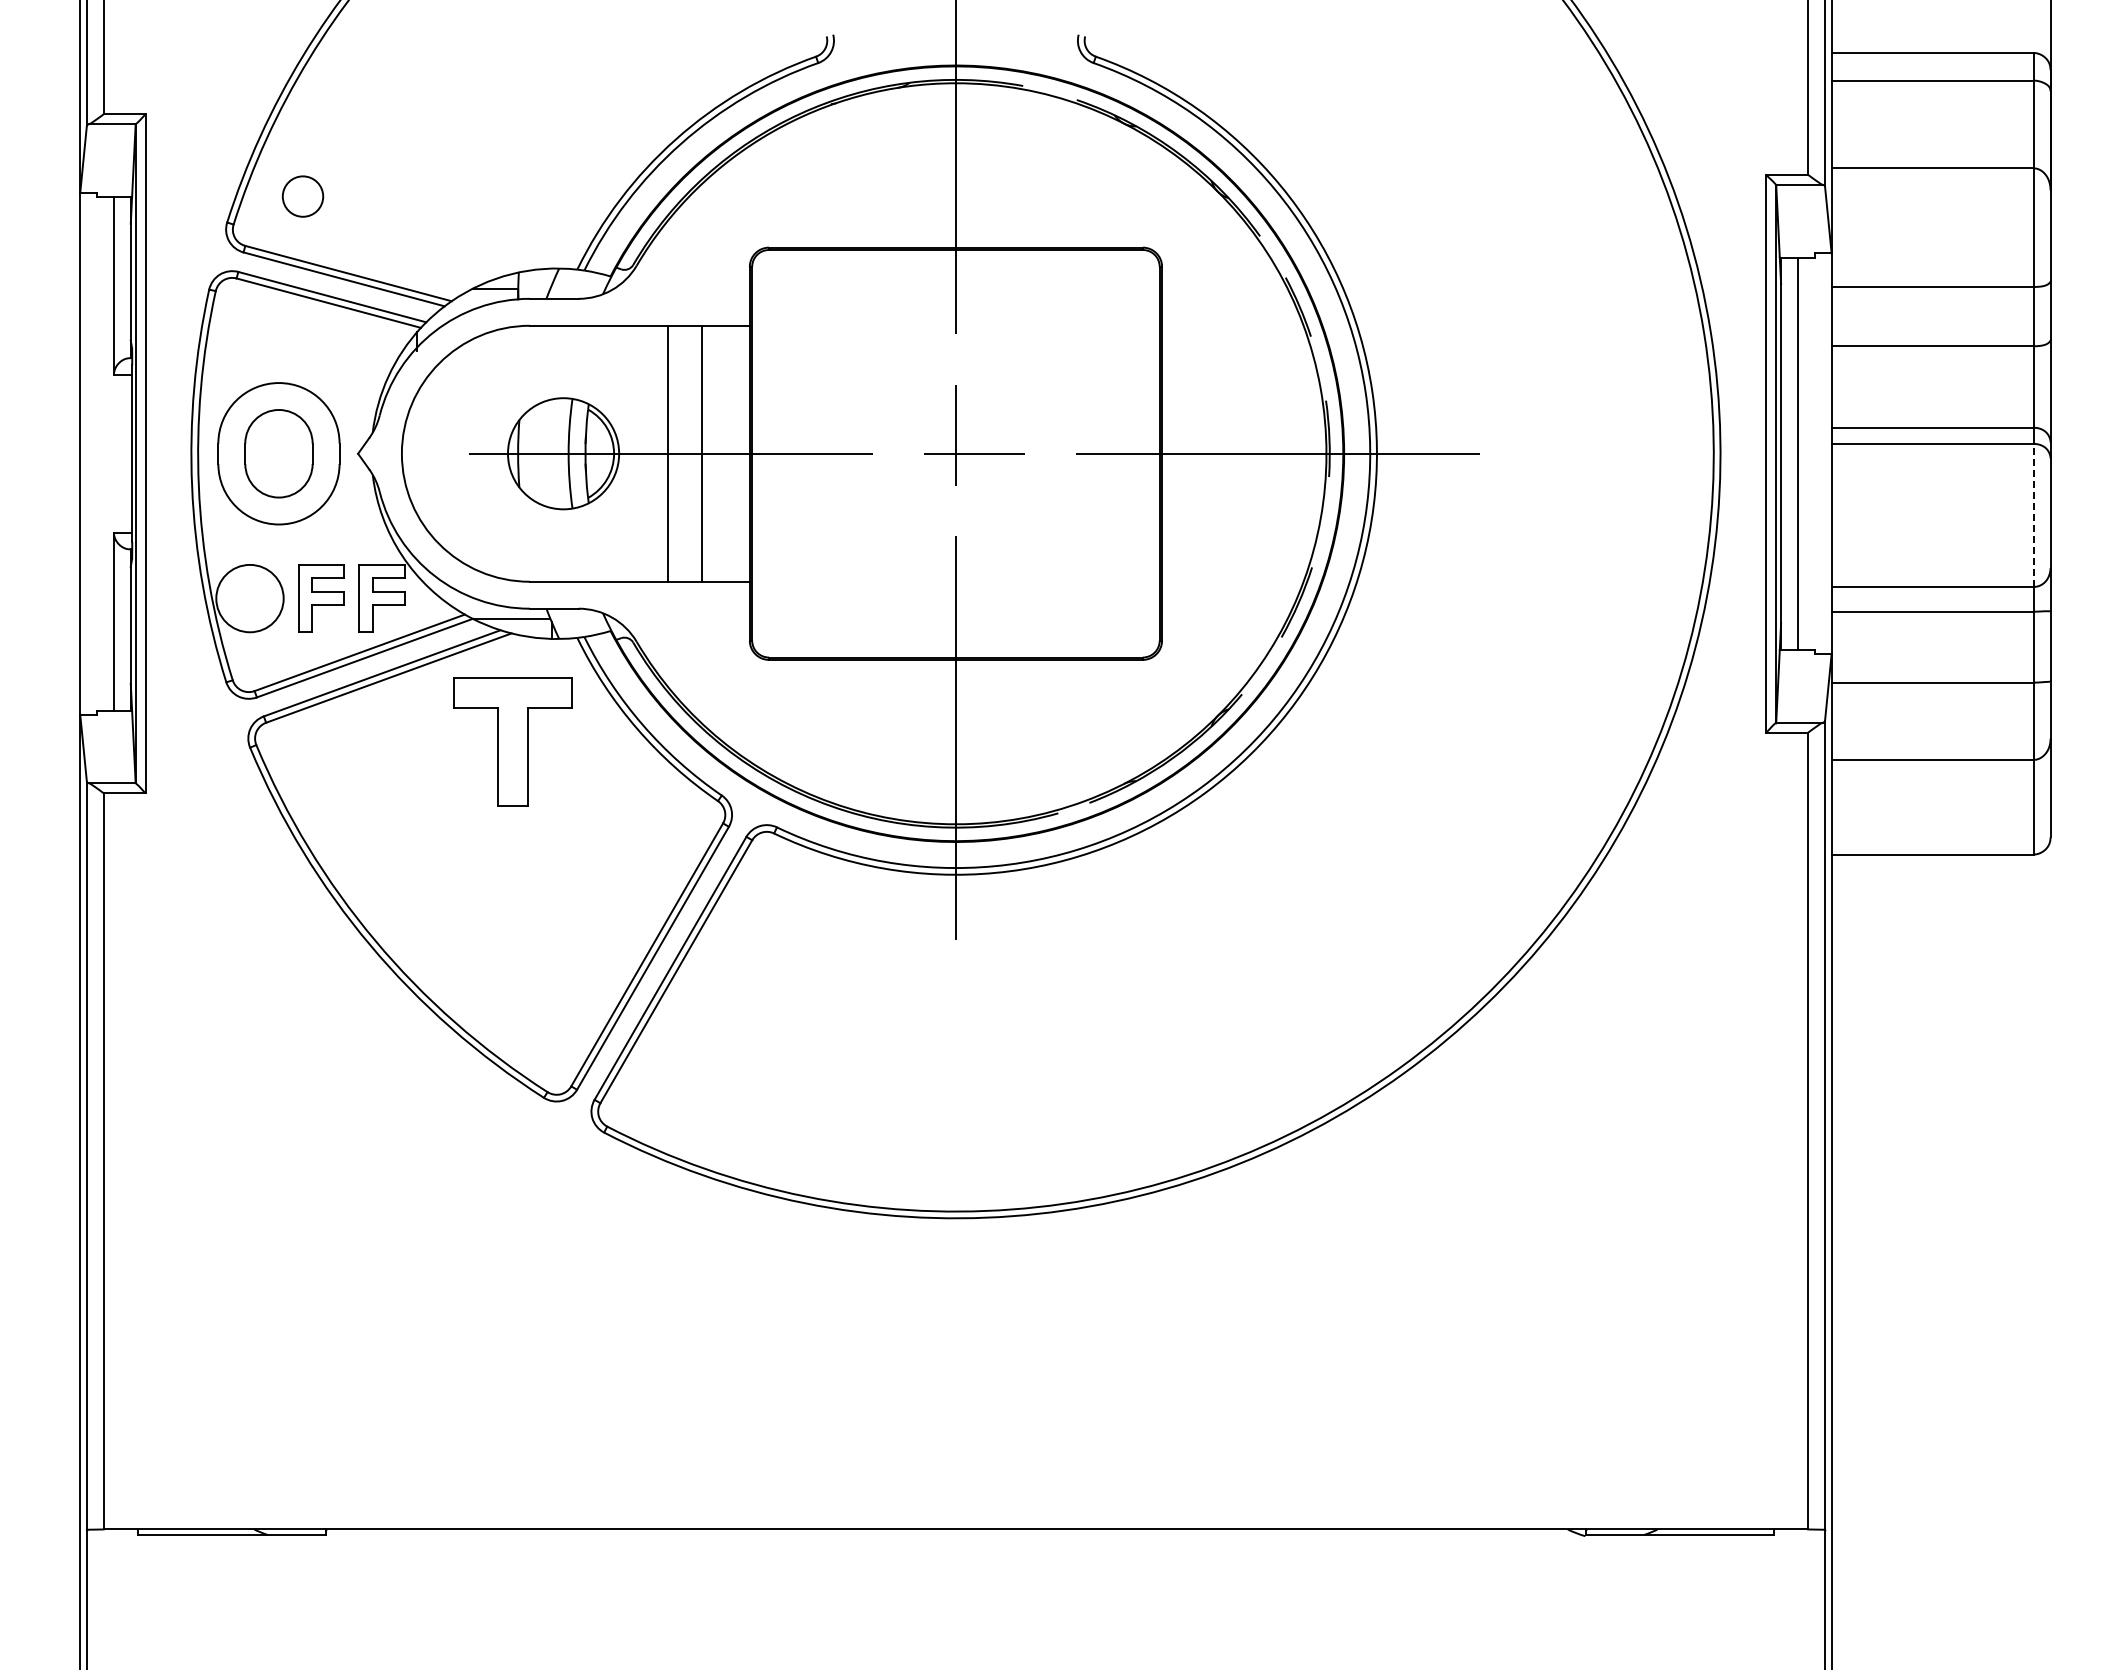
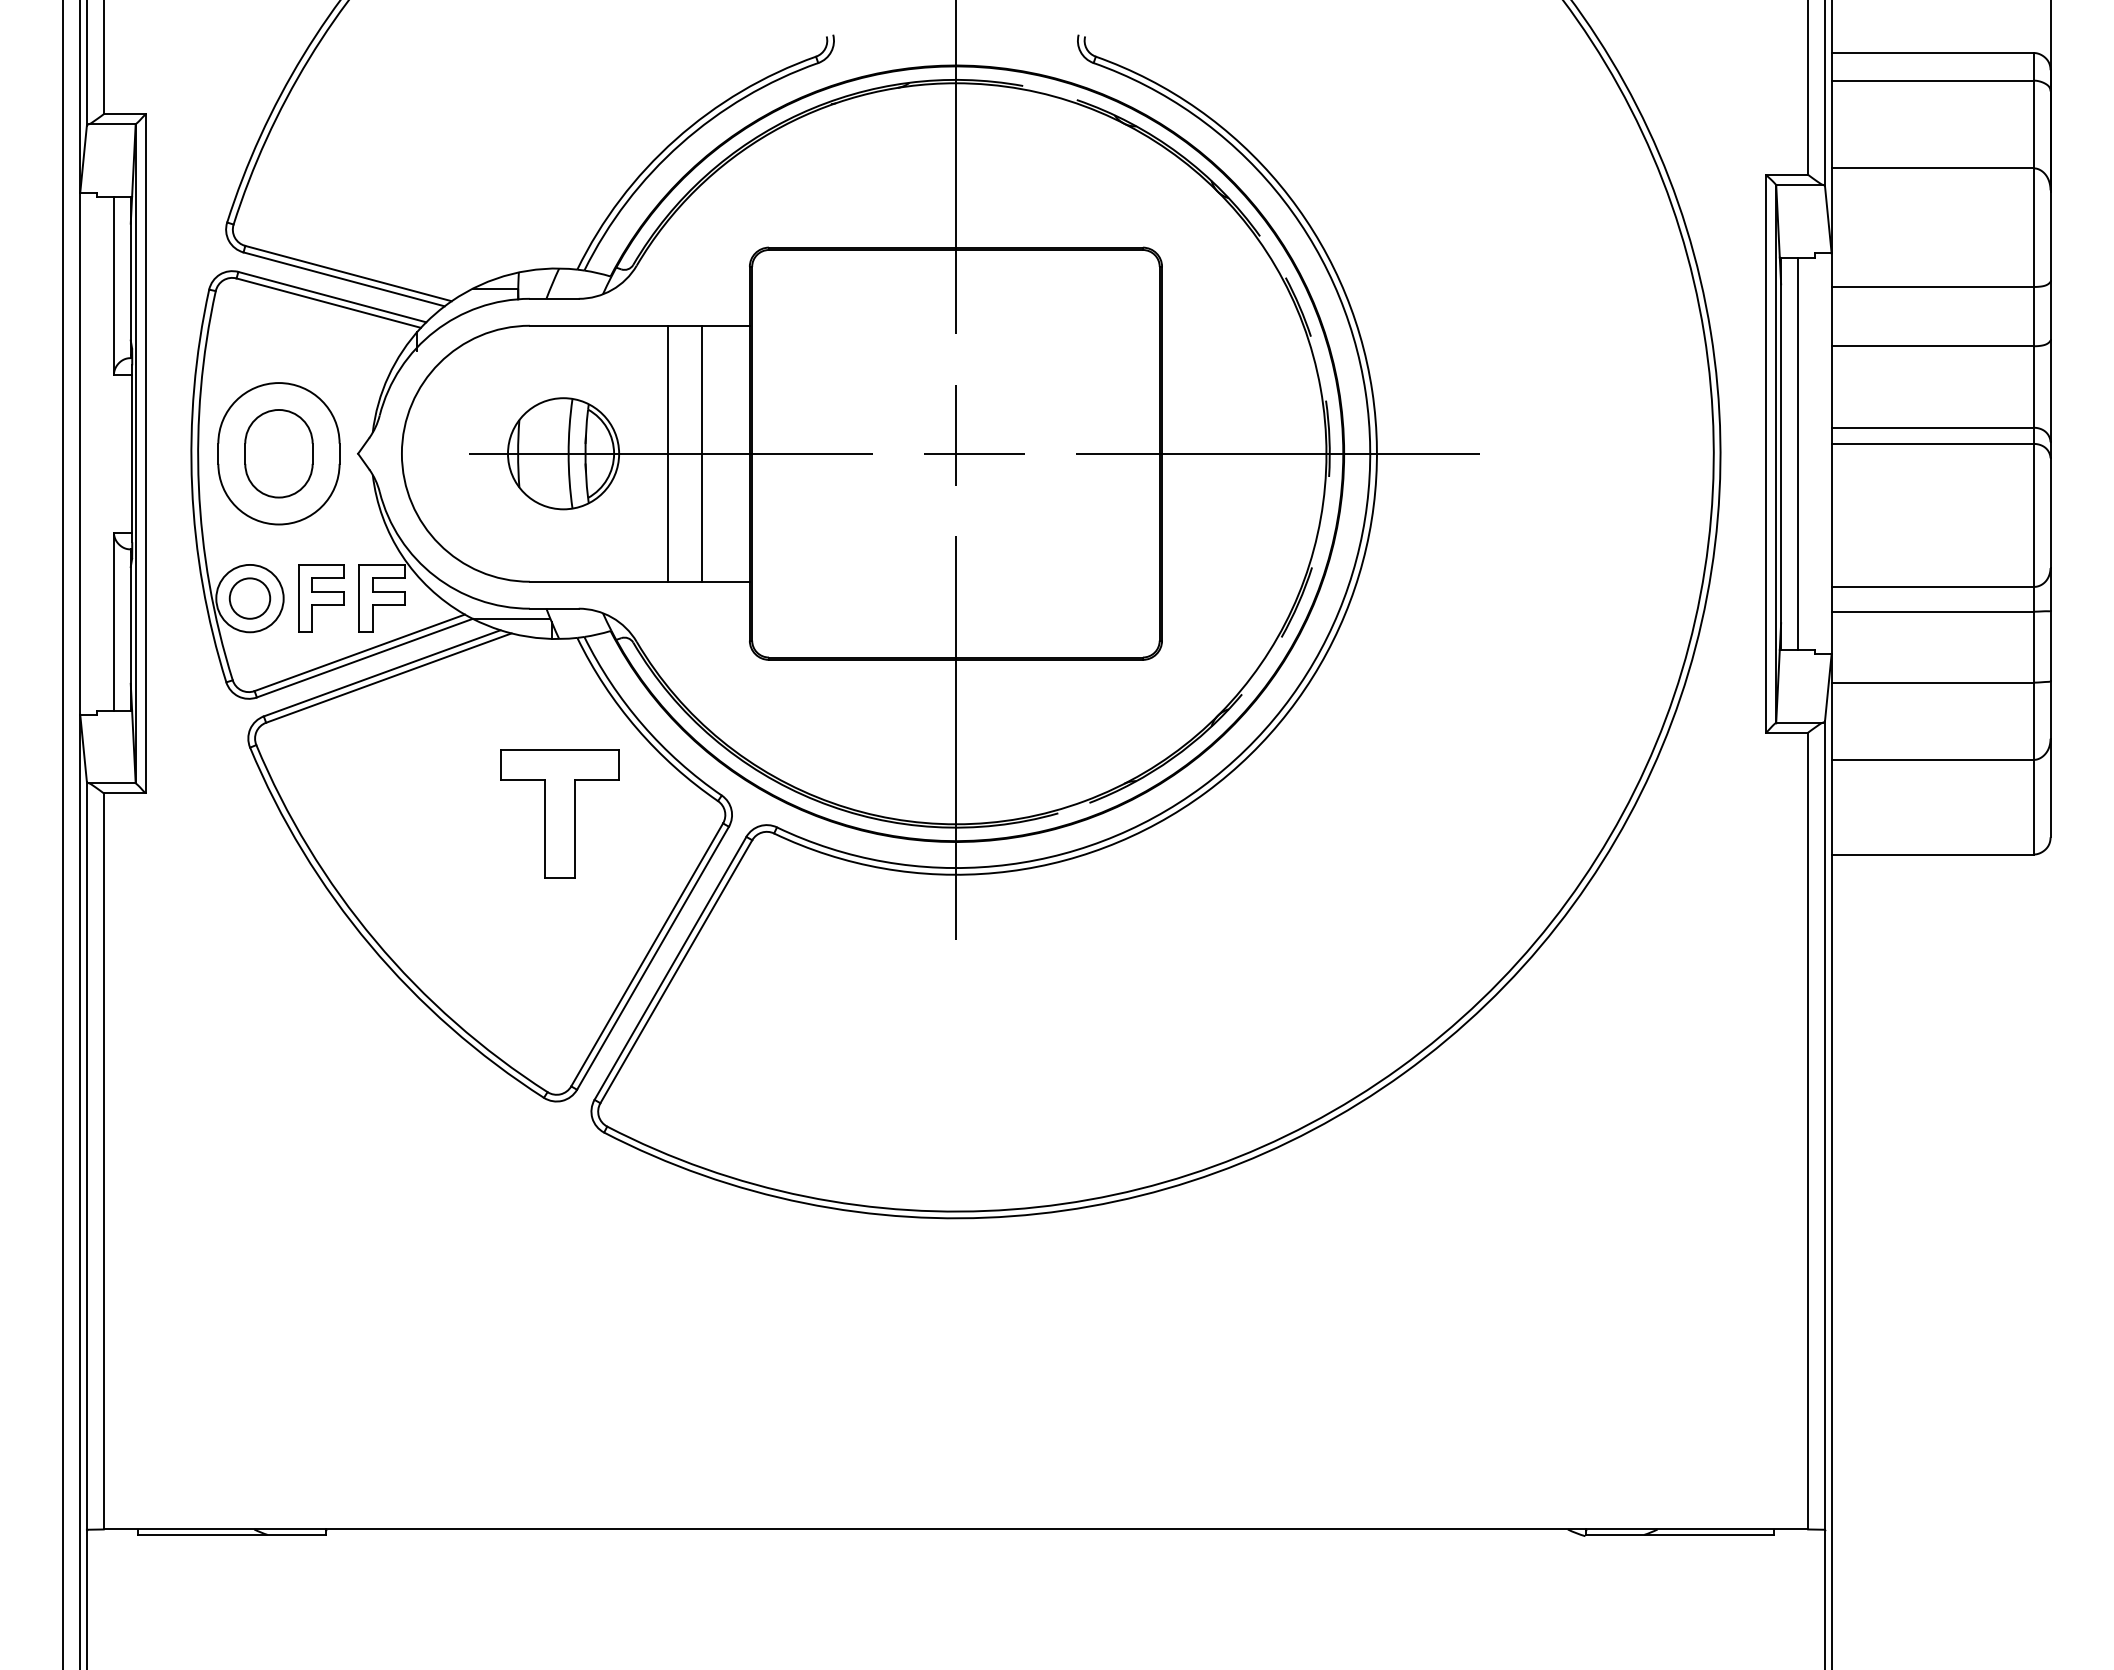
circle at (302, 196) position: (302, 196) -> (249, 598)
line at (2033, 515): dashed -> solid
part at (512, 741) position: (512, 741) -> (559, 813)
line at (63, 834): none -> present
